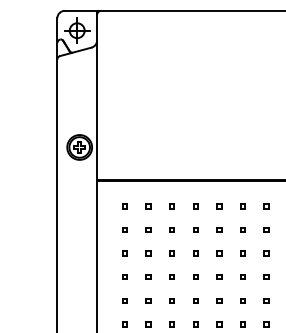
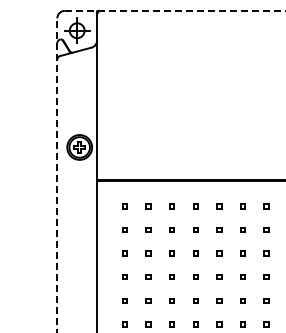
line at (175, 10): solid -> dashed
line at (57, 175): solid -> dashed
